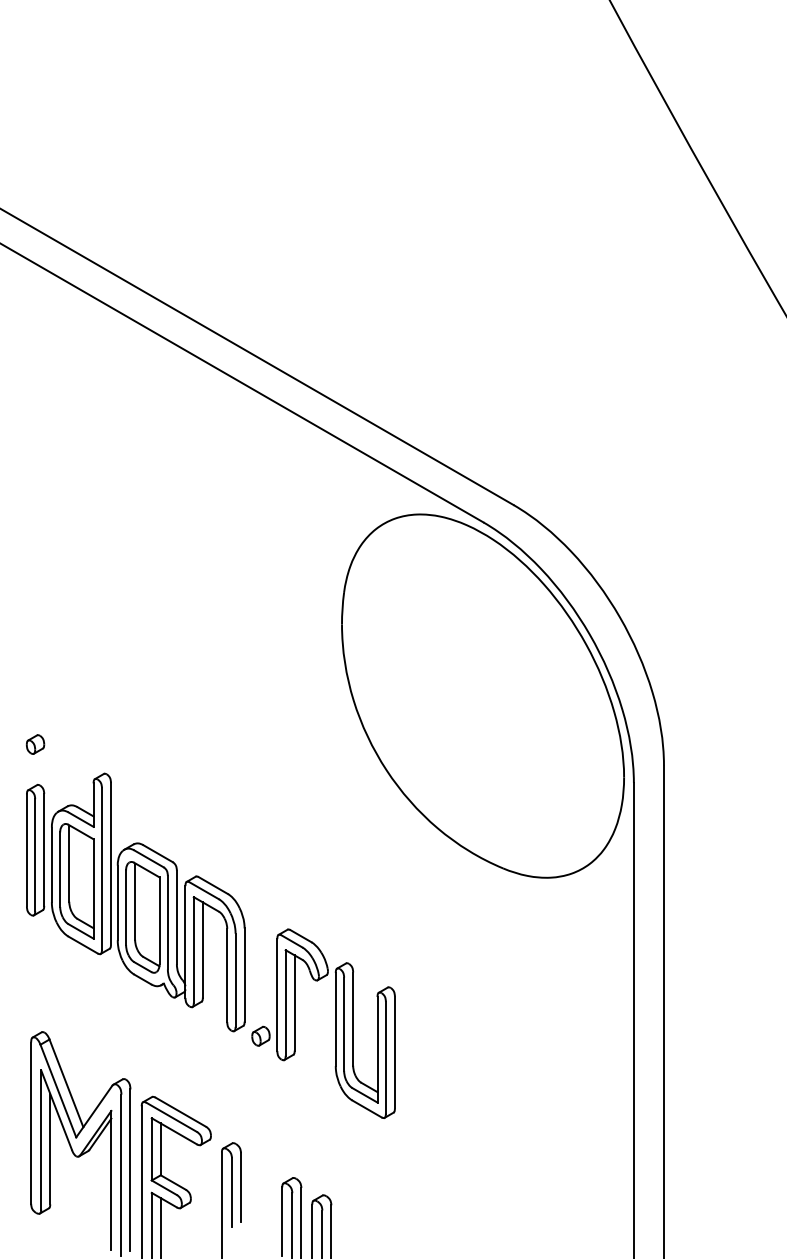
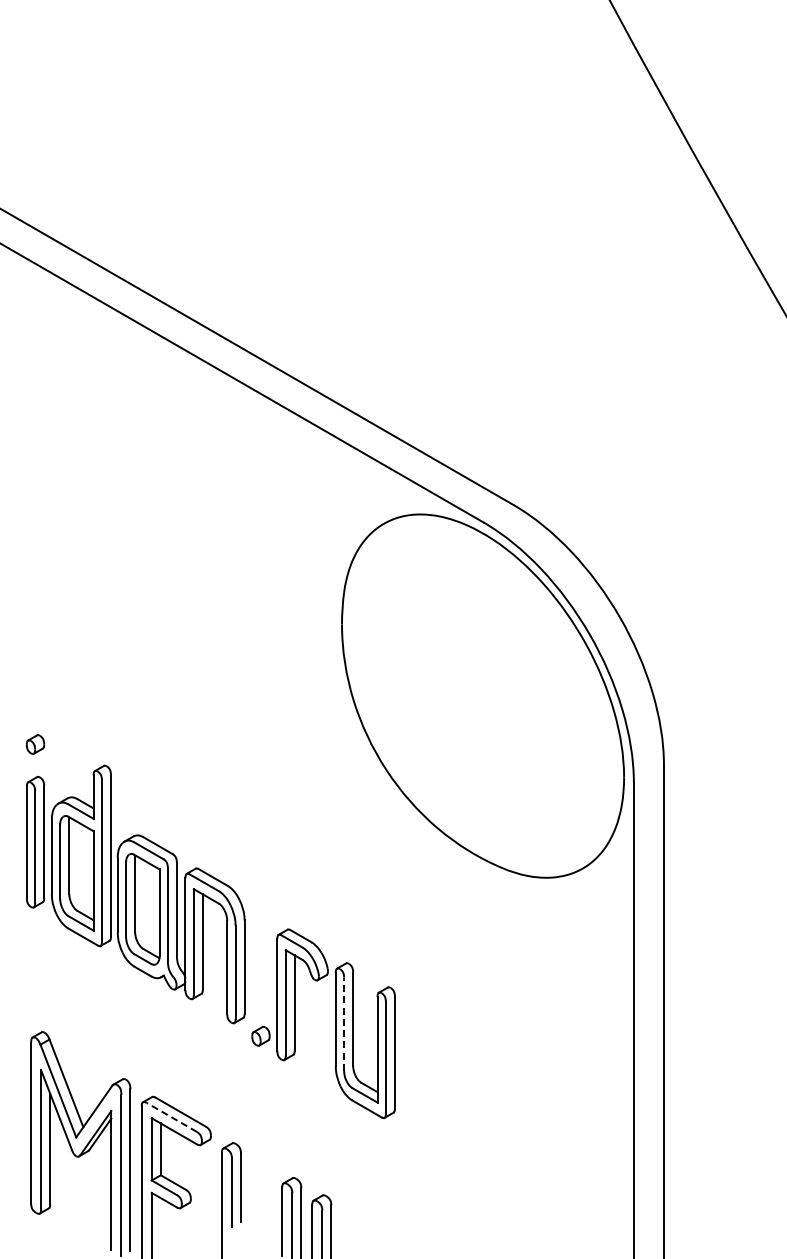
part at (135, 902) position: (135, 902) -> (135, 894)
line at (344, 1024): solid -> dashed
line at (171, 1117): solid -> dashed
line at (160, 1226): present -> none
